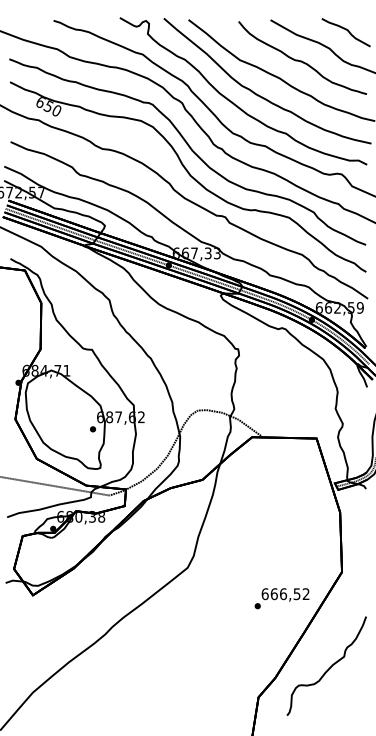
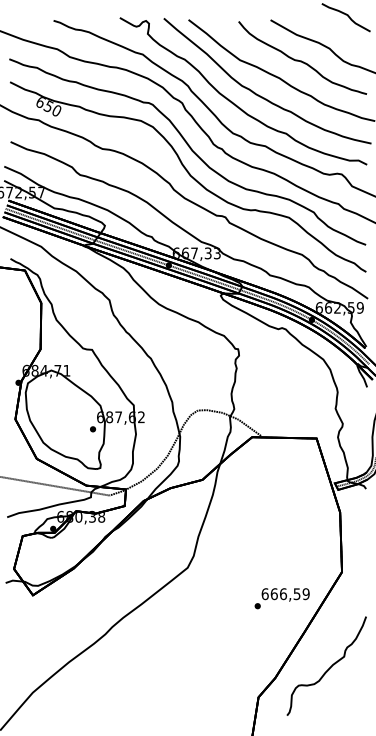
part at (345, 32) position: (345, 32) -> (345, 17)
text at (305, 594): 666,52 -> 666,59
